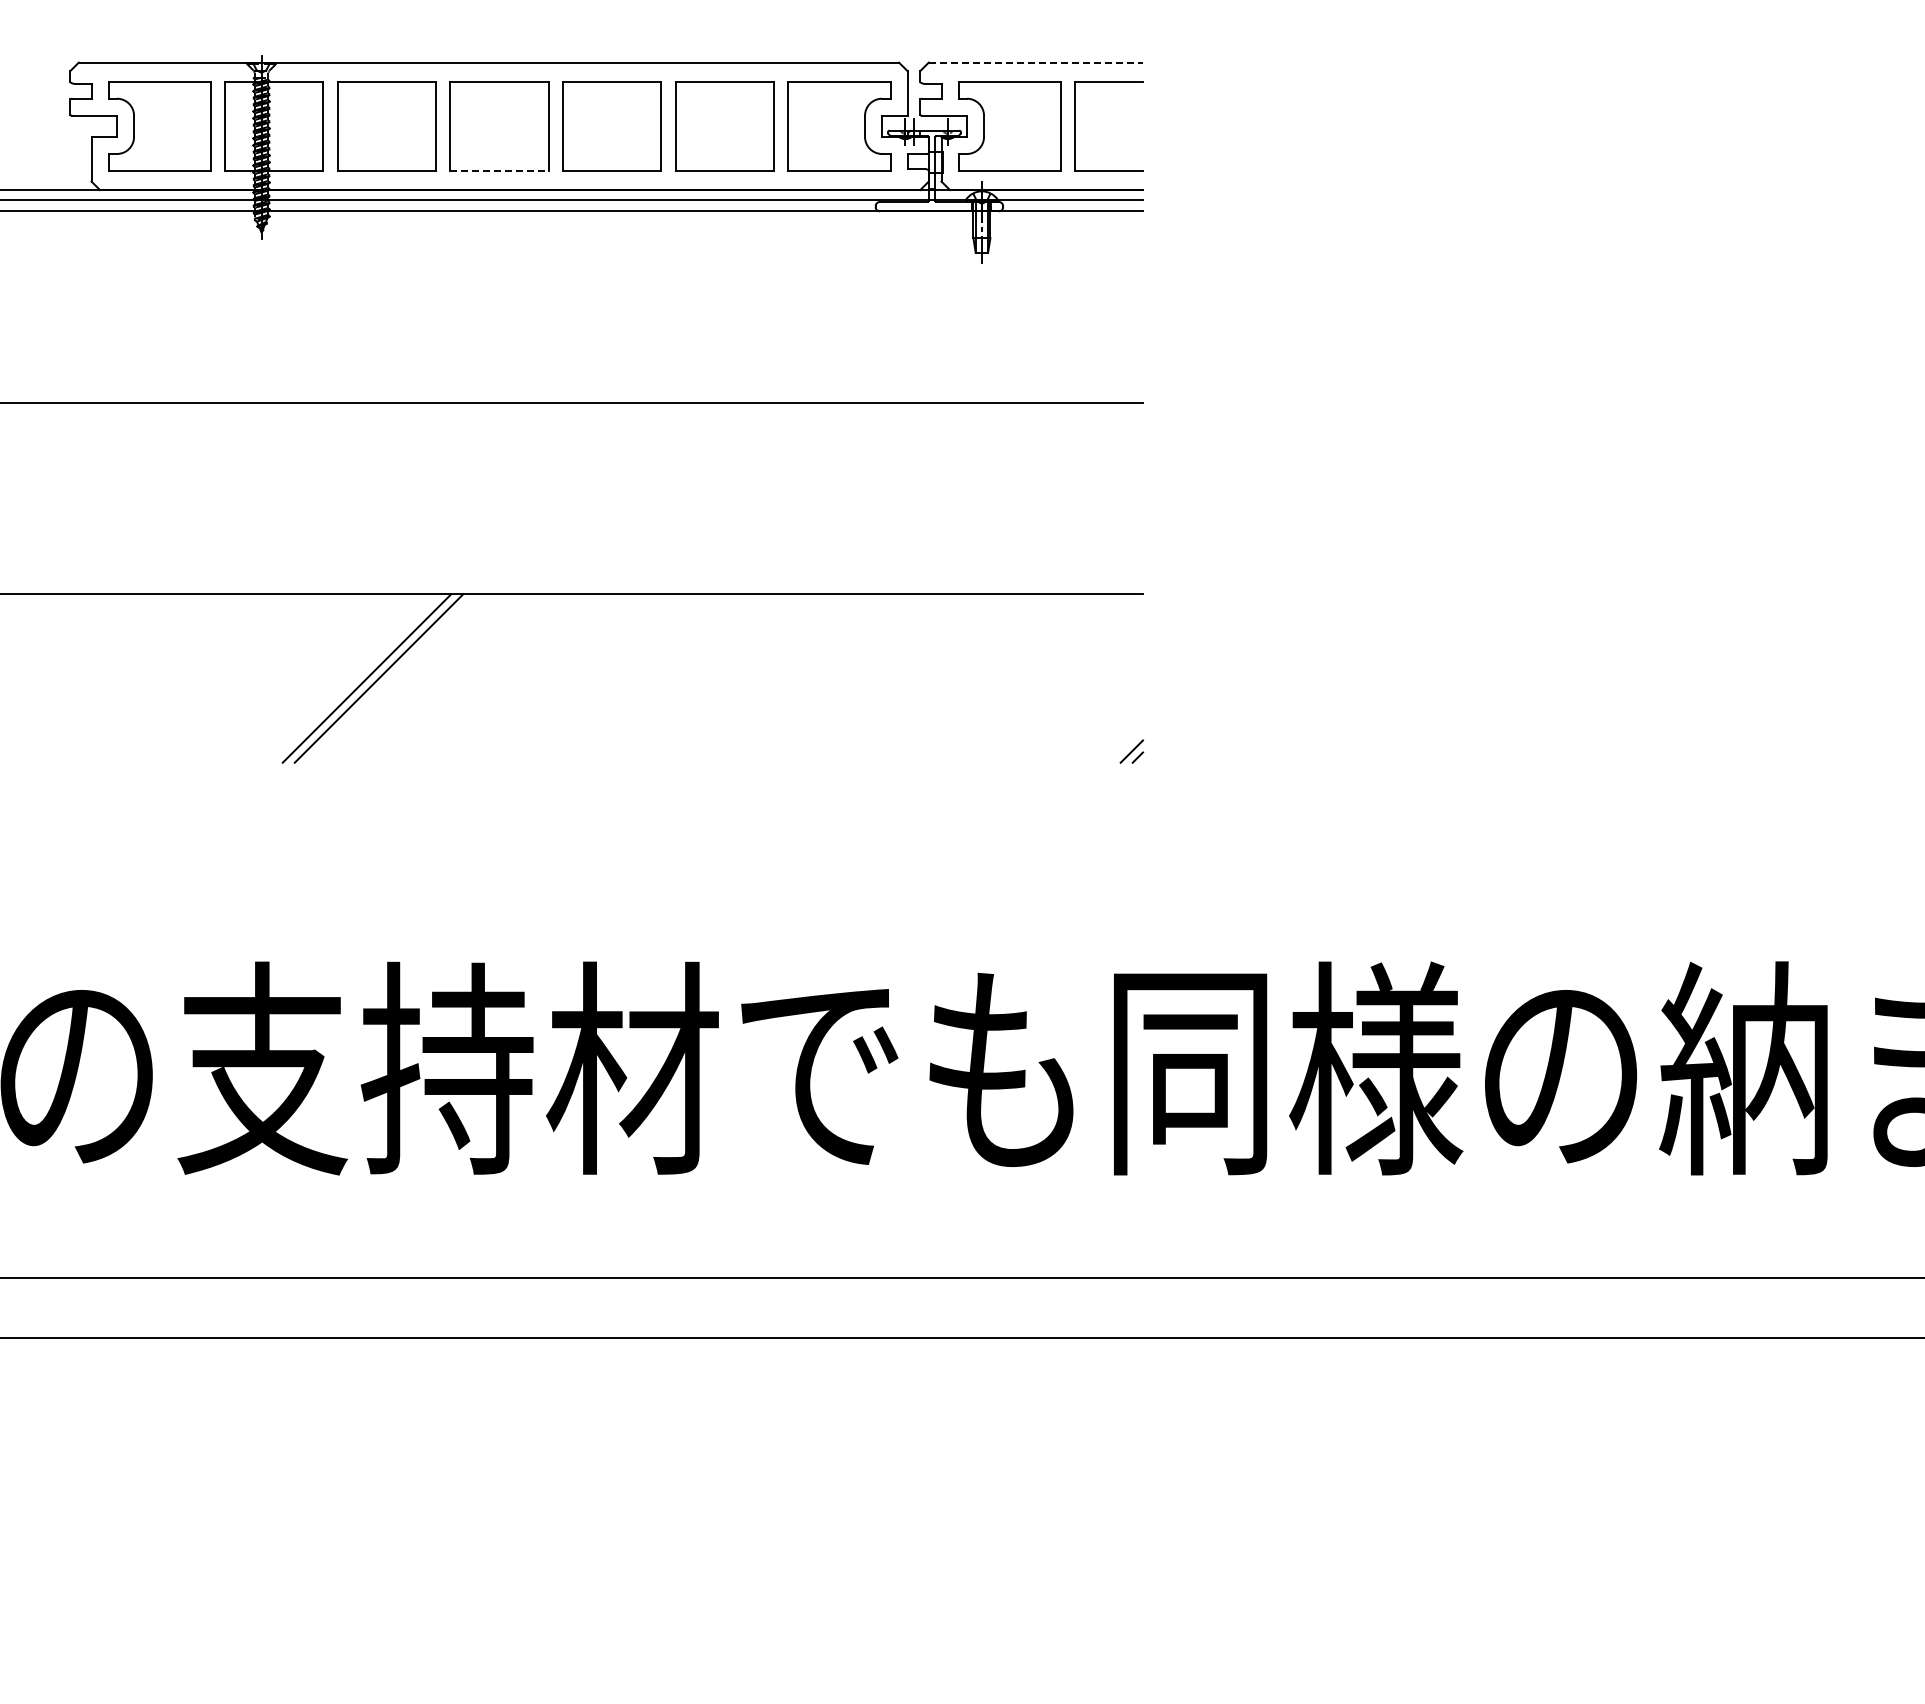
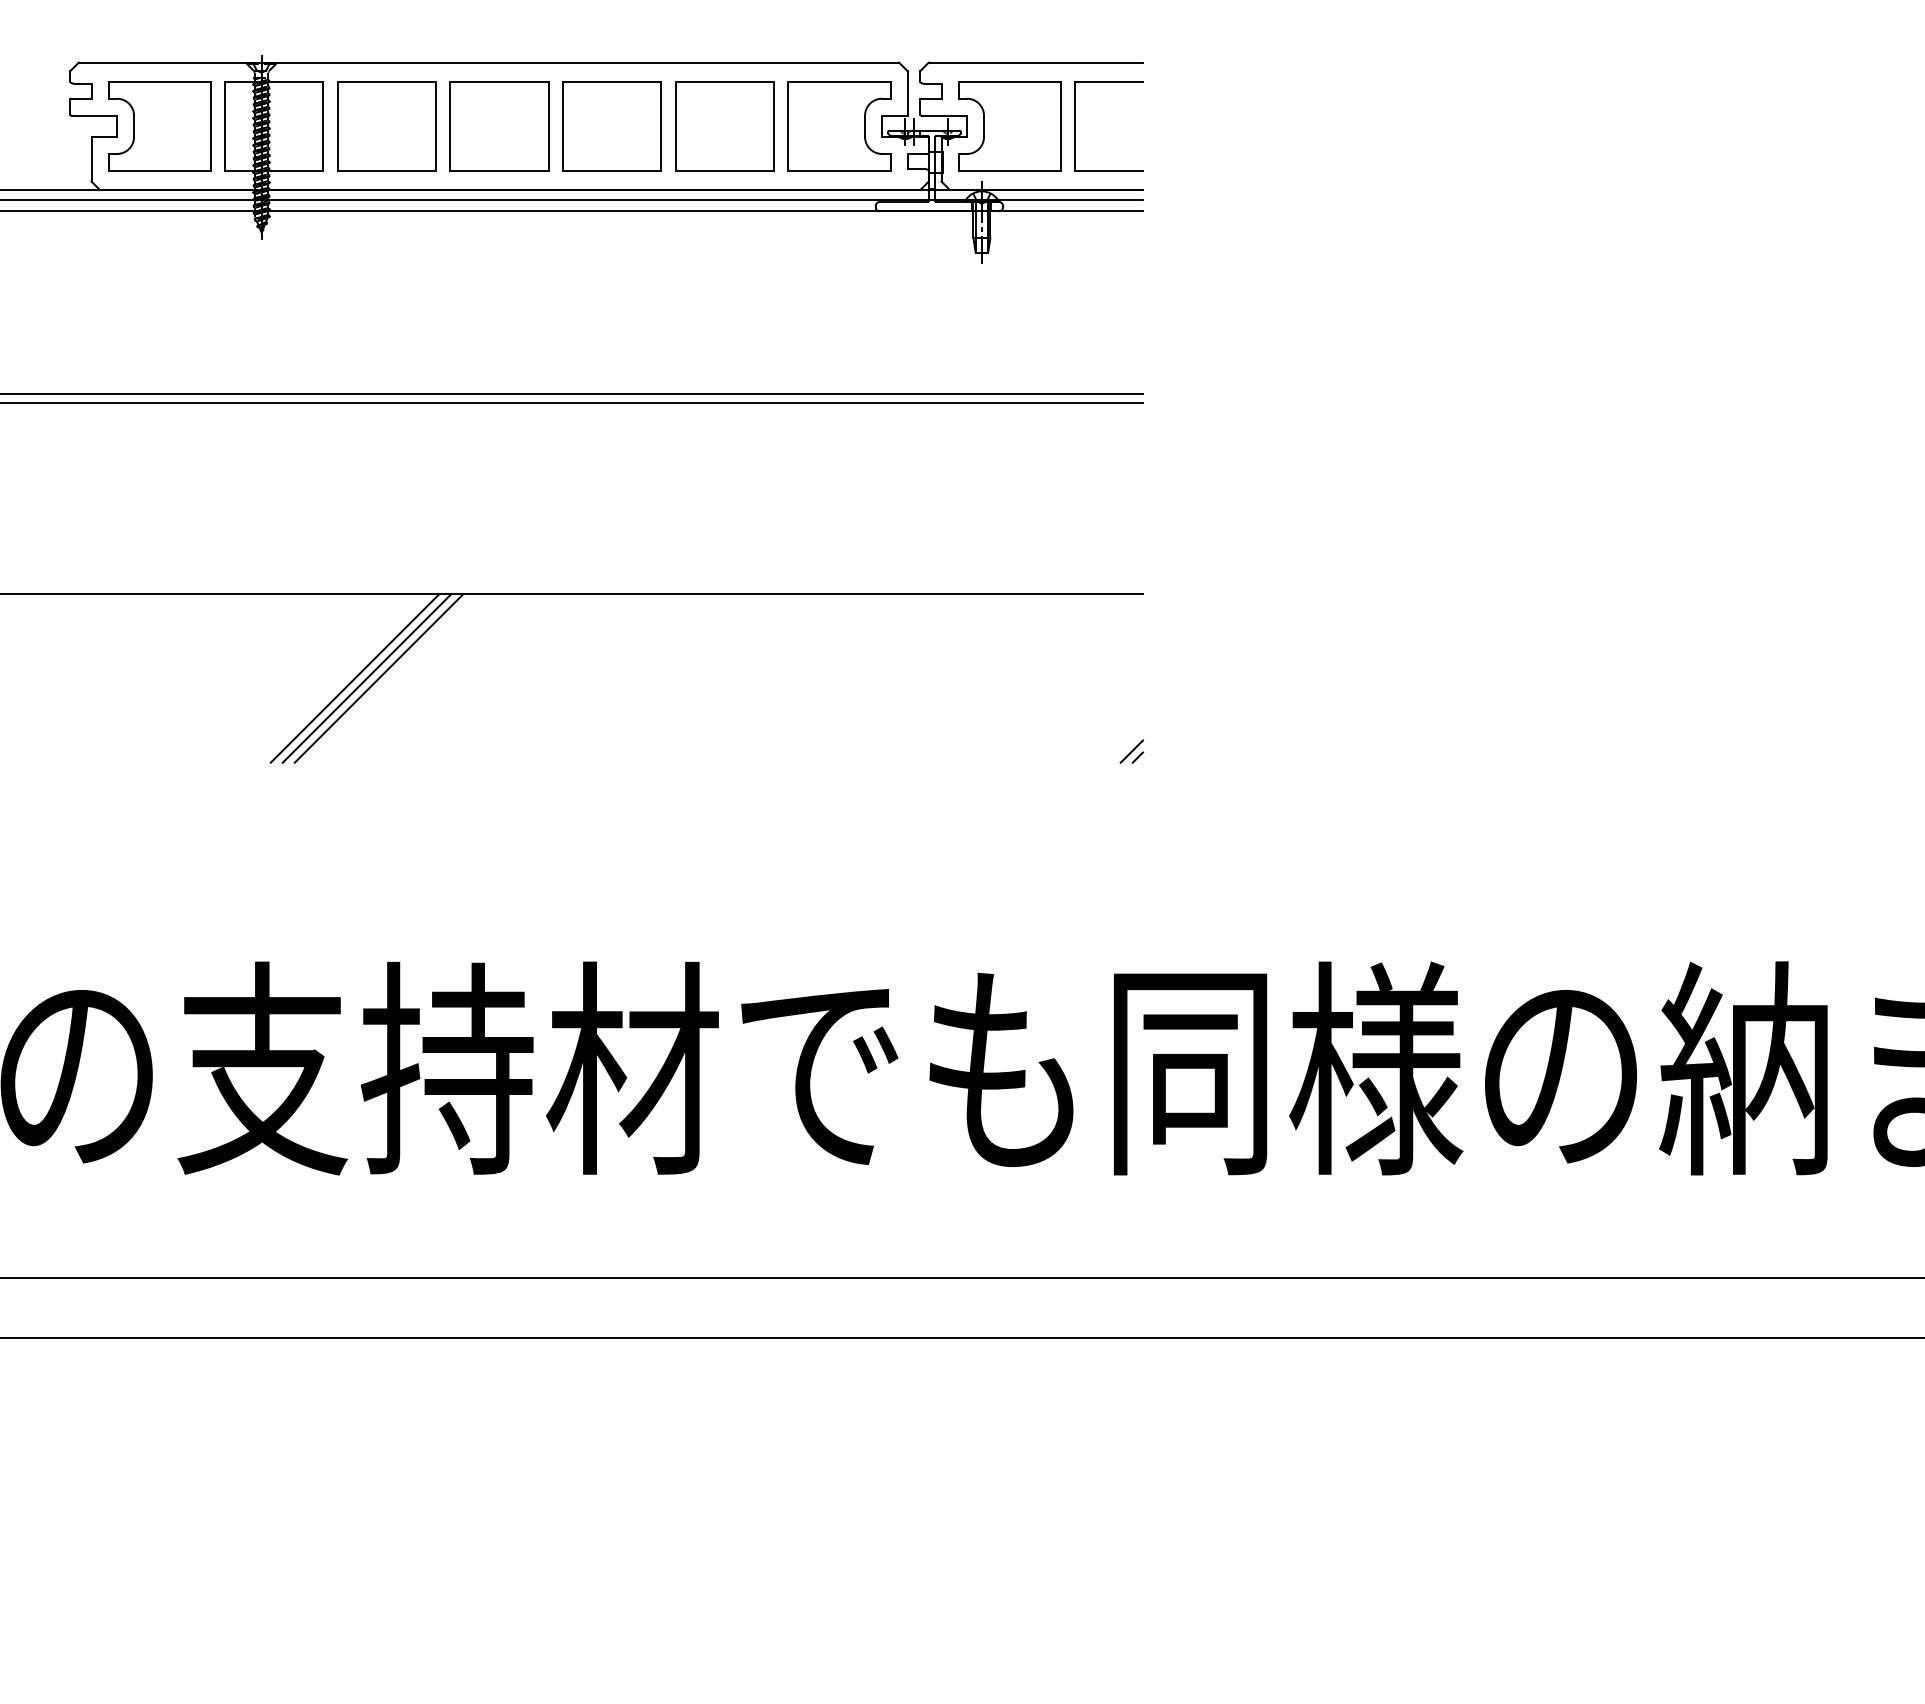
line at (1036, 62): dashed -> solid
line at (500, 170): dashed -> solid
line at (572, 394): none -> present
line at (354, 678): none -> present
